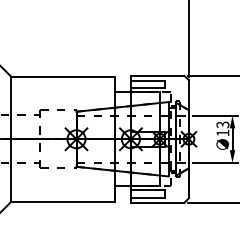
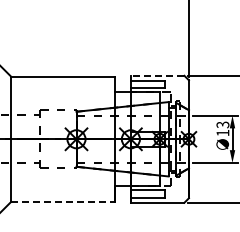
line at (157, 75): solid -> dashed
line at (62, 201): solid -> dashed
